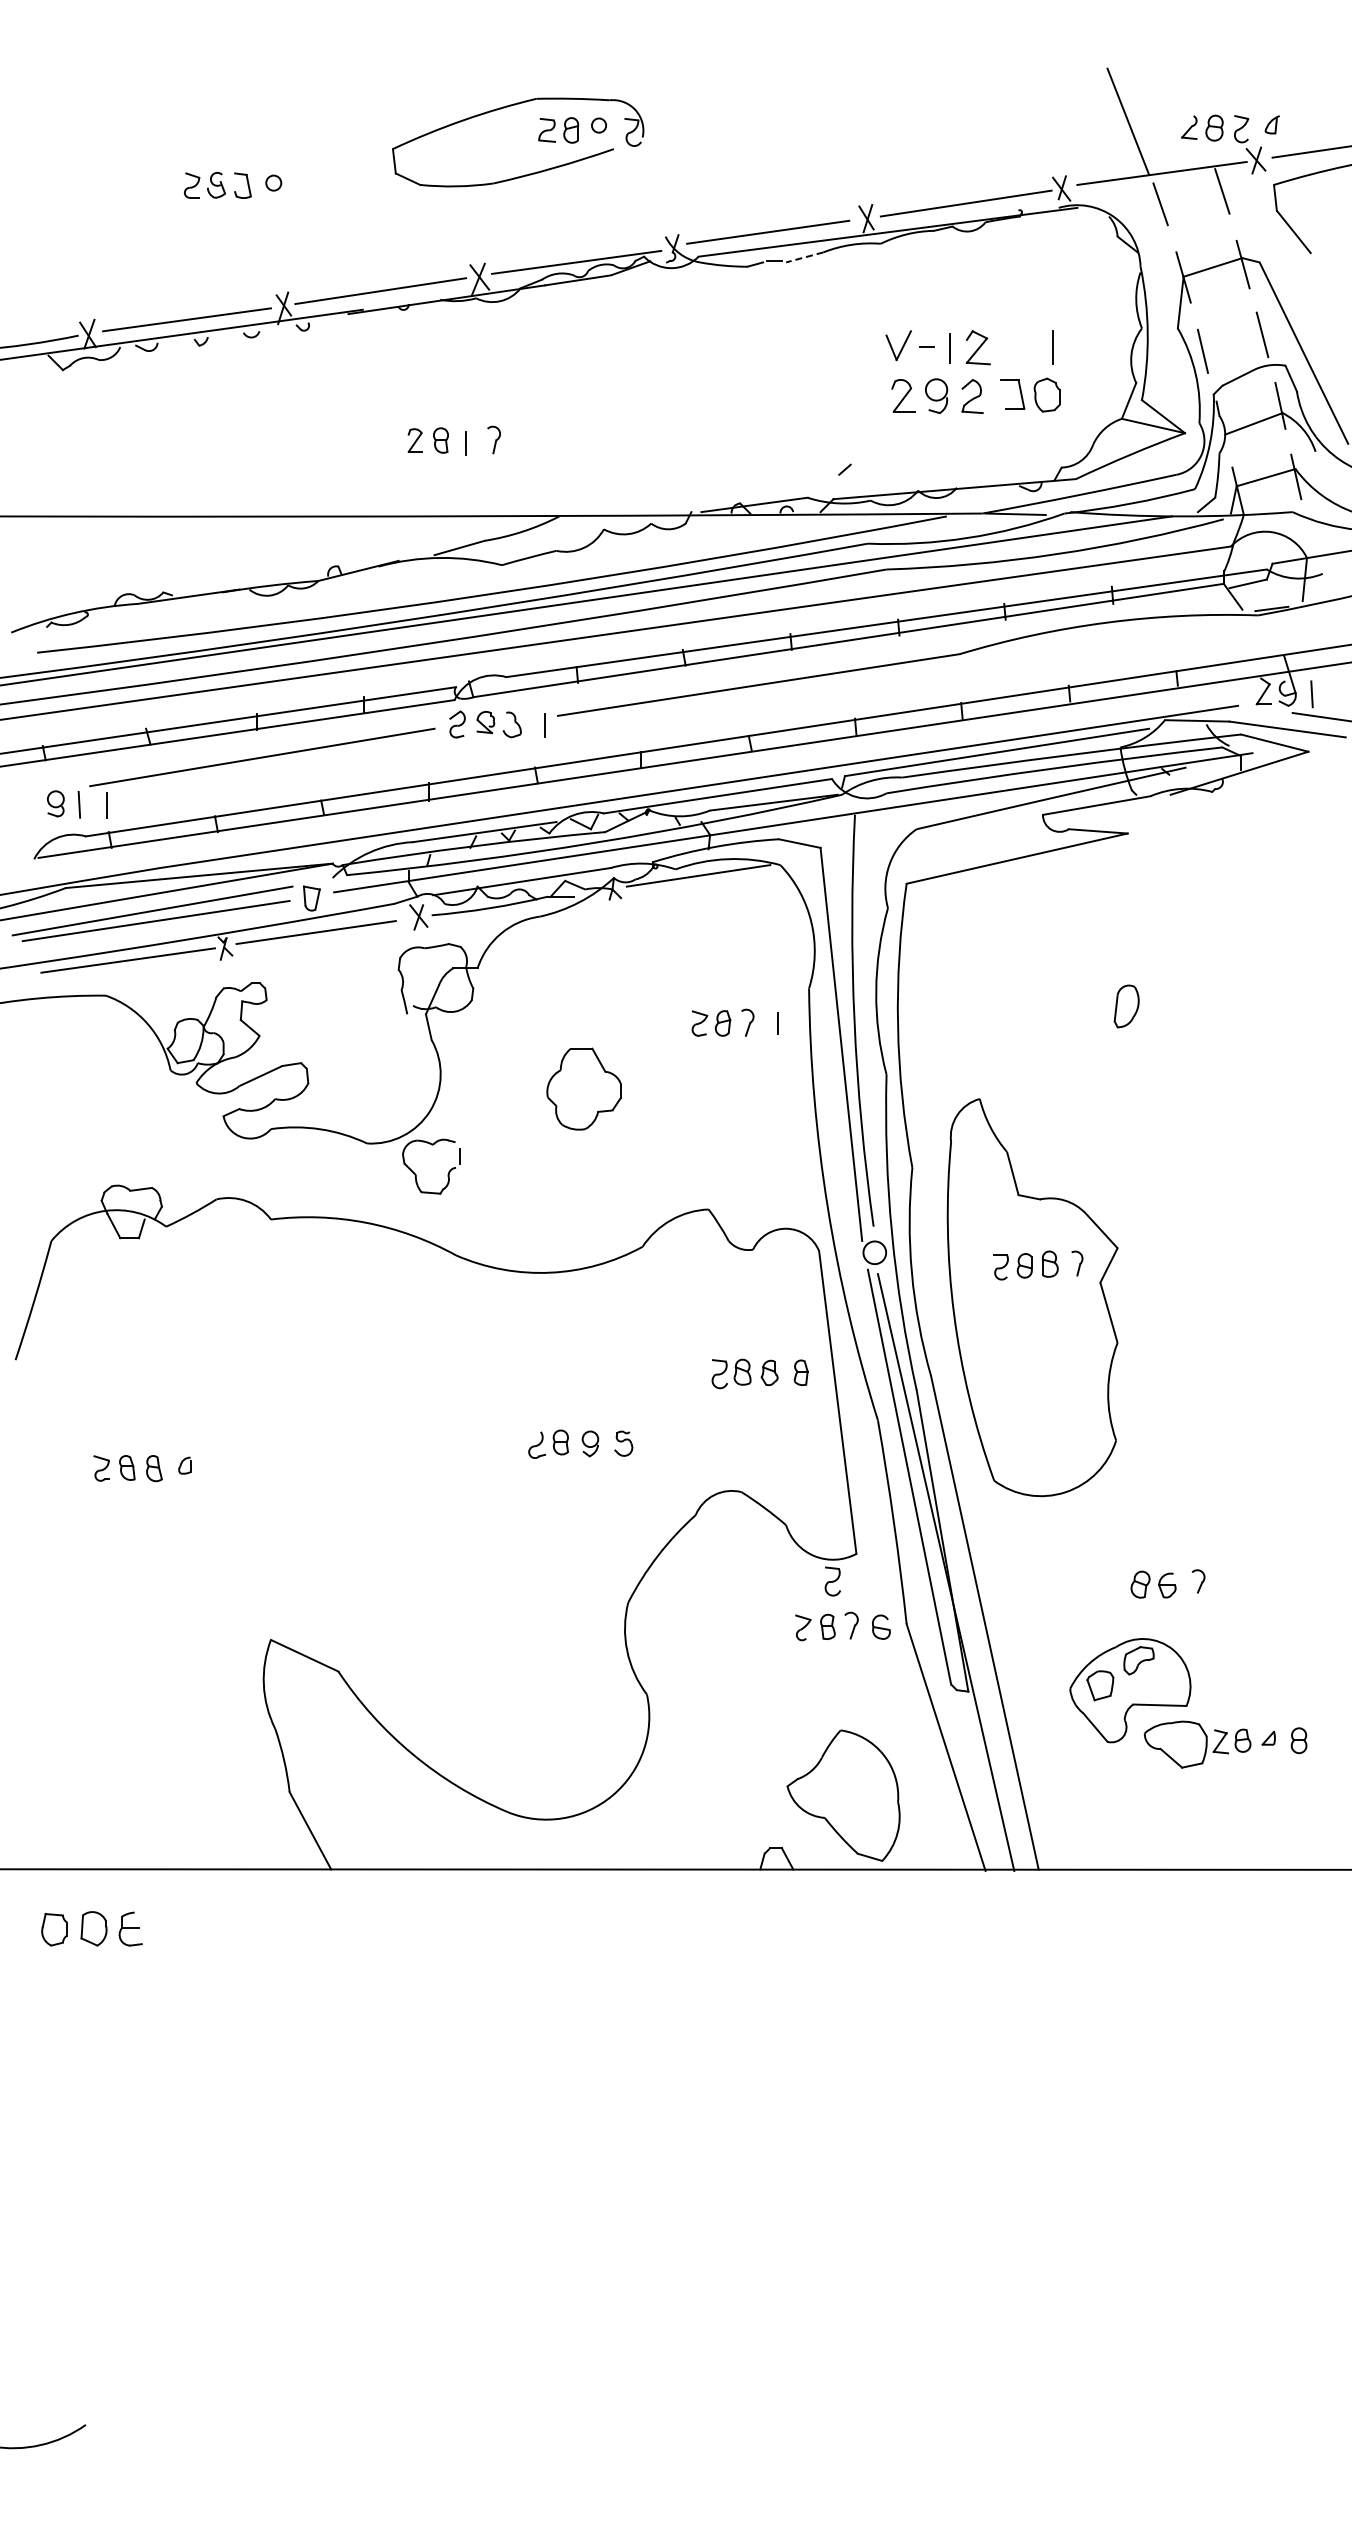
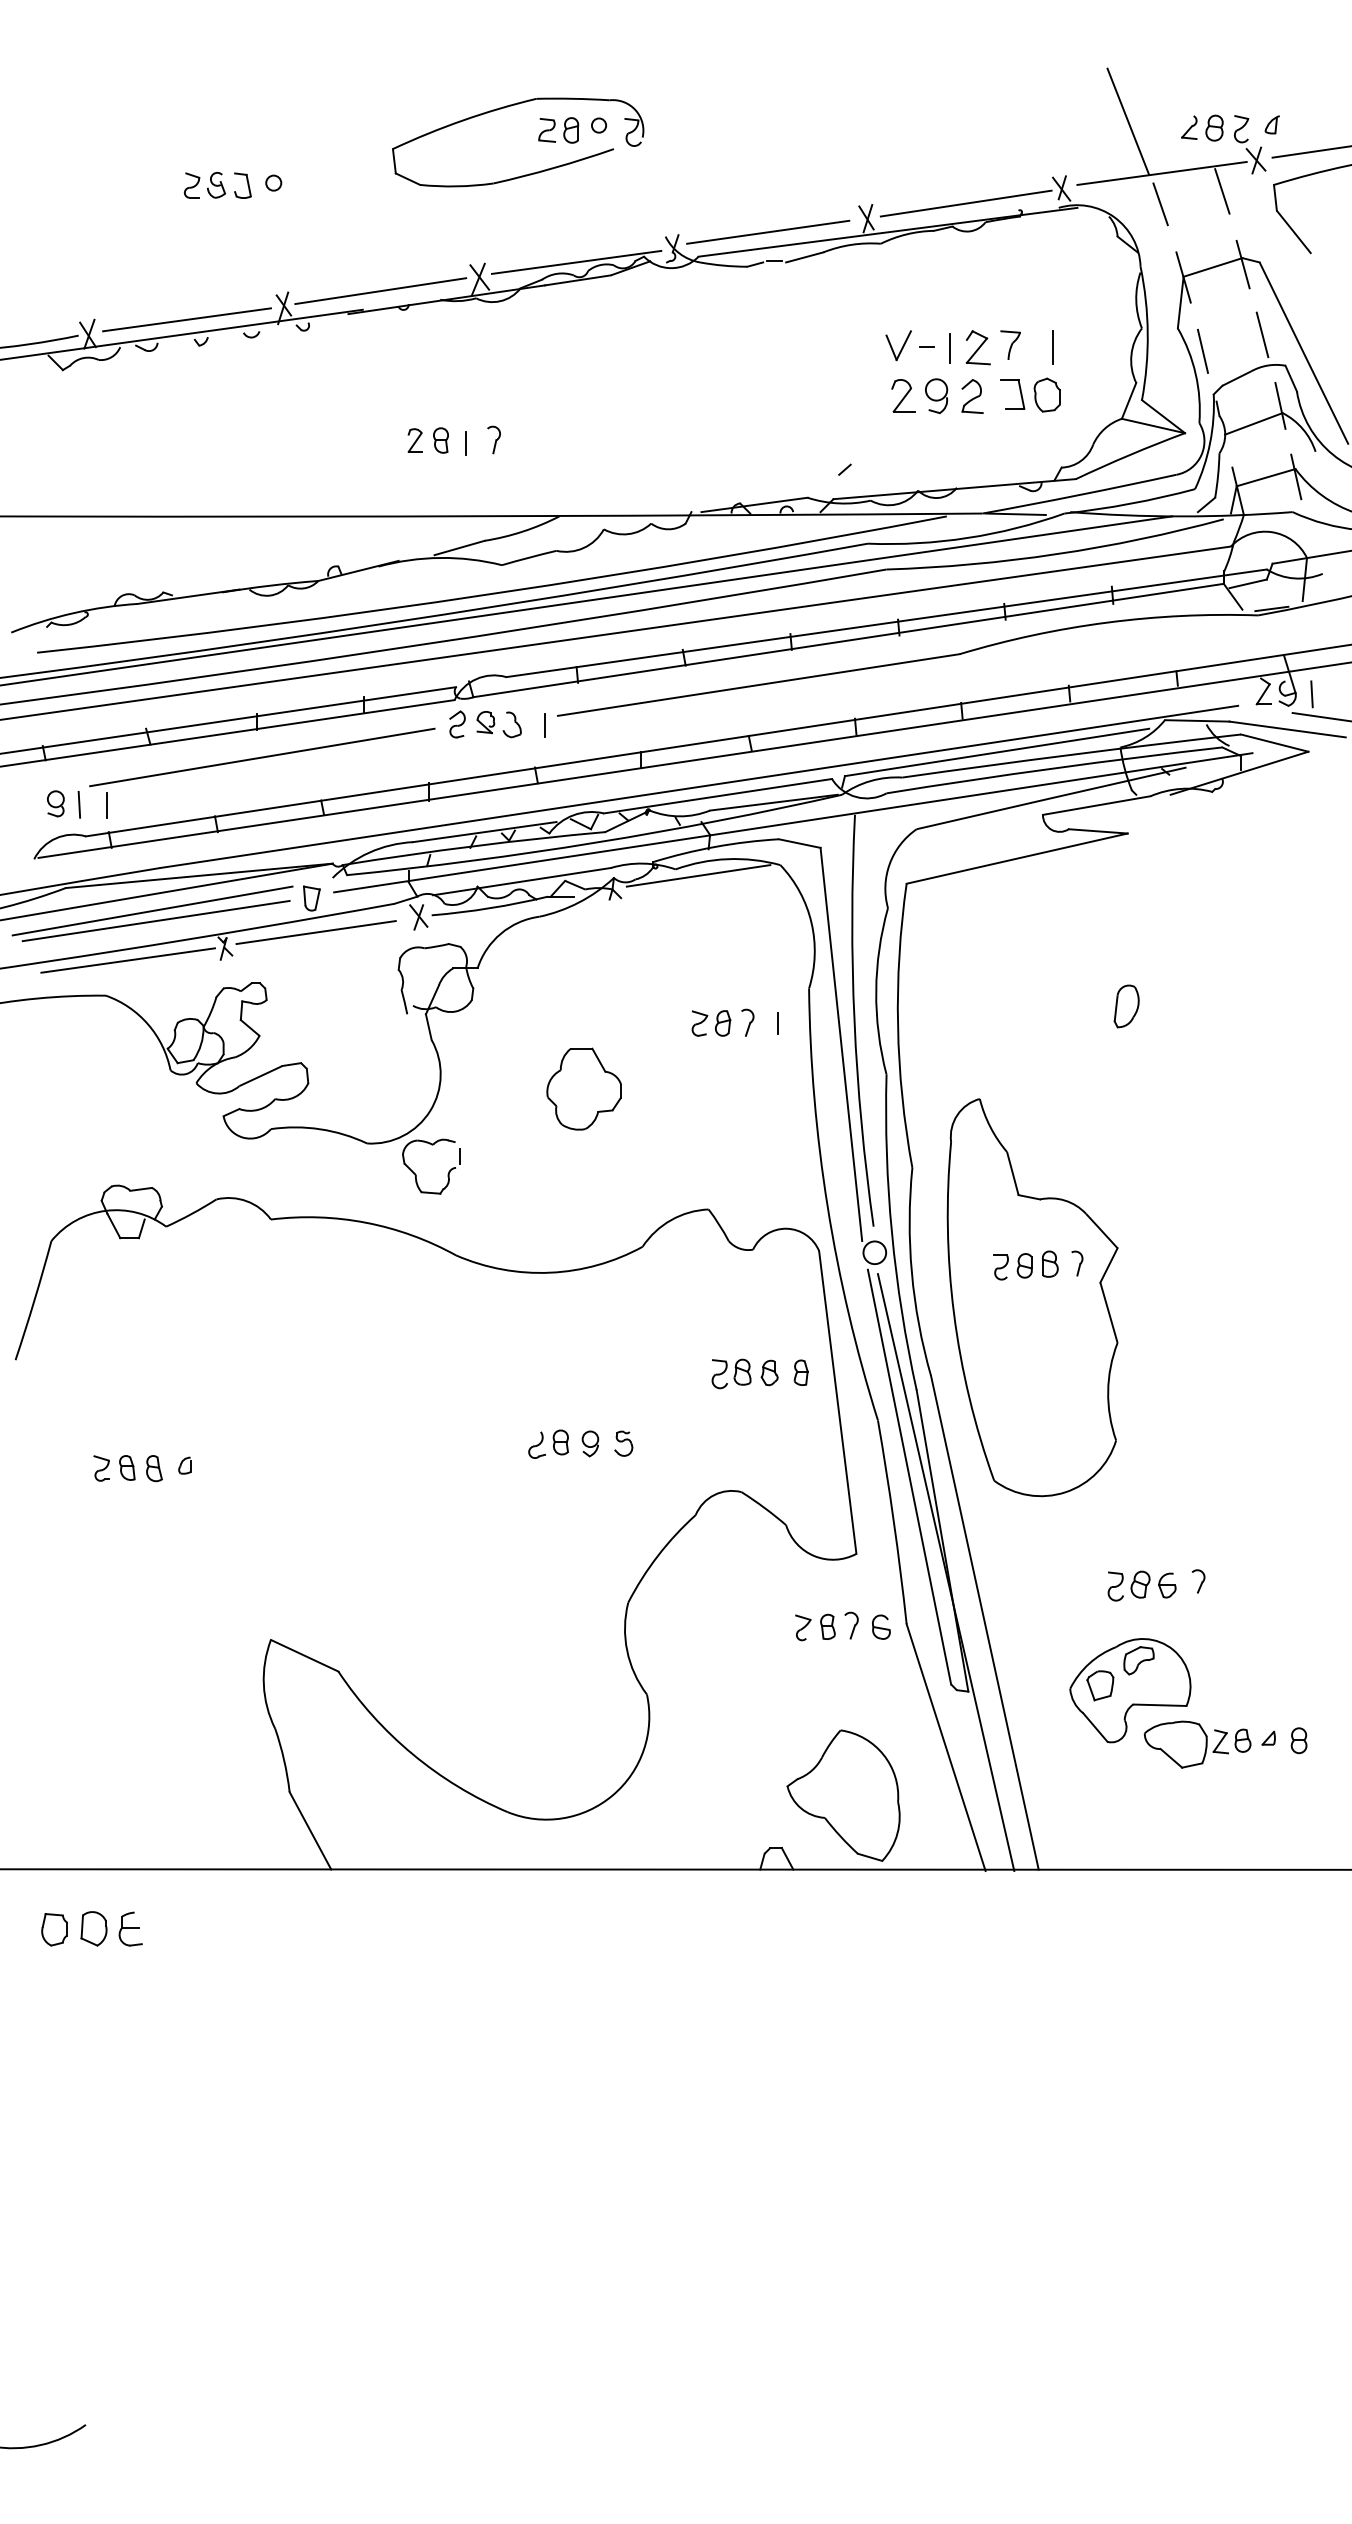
line at (804, 257): dashed -> solid
part at (1010, 344): none -> present
part at (832, 1581) position: (832, 1581) -> (1115, 1586)
